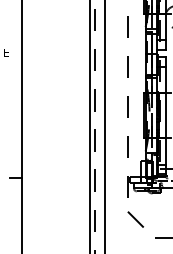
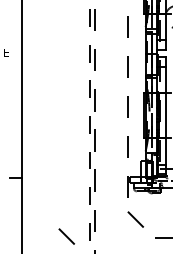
line at (90, 126): solid -> dashed
line at (105, 126): present -> none
line at (66, 236): none -> present
